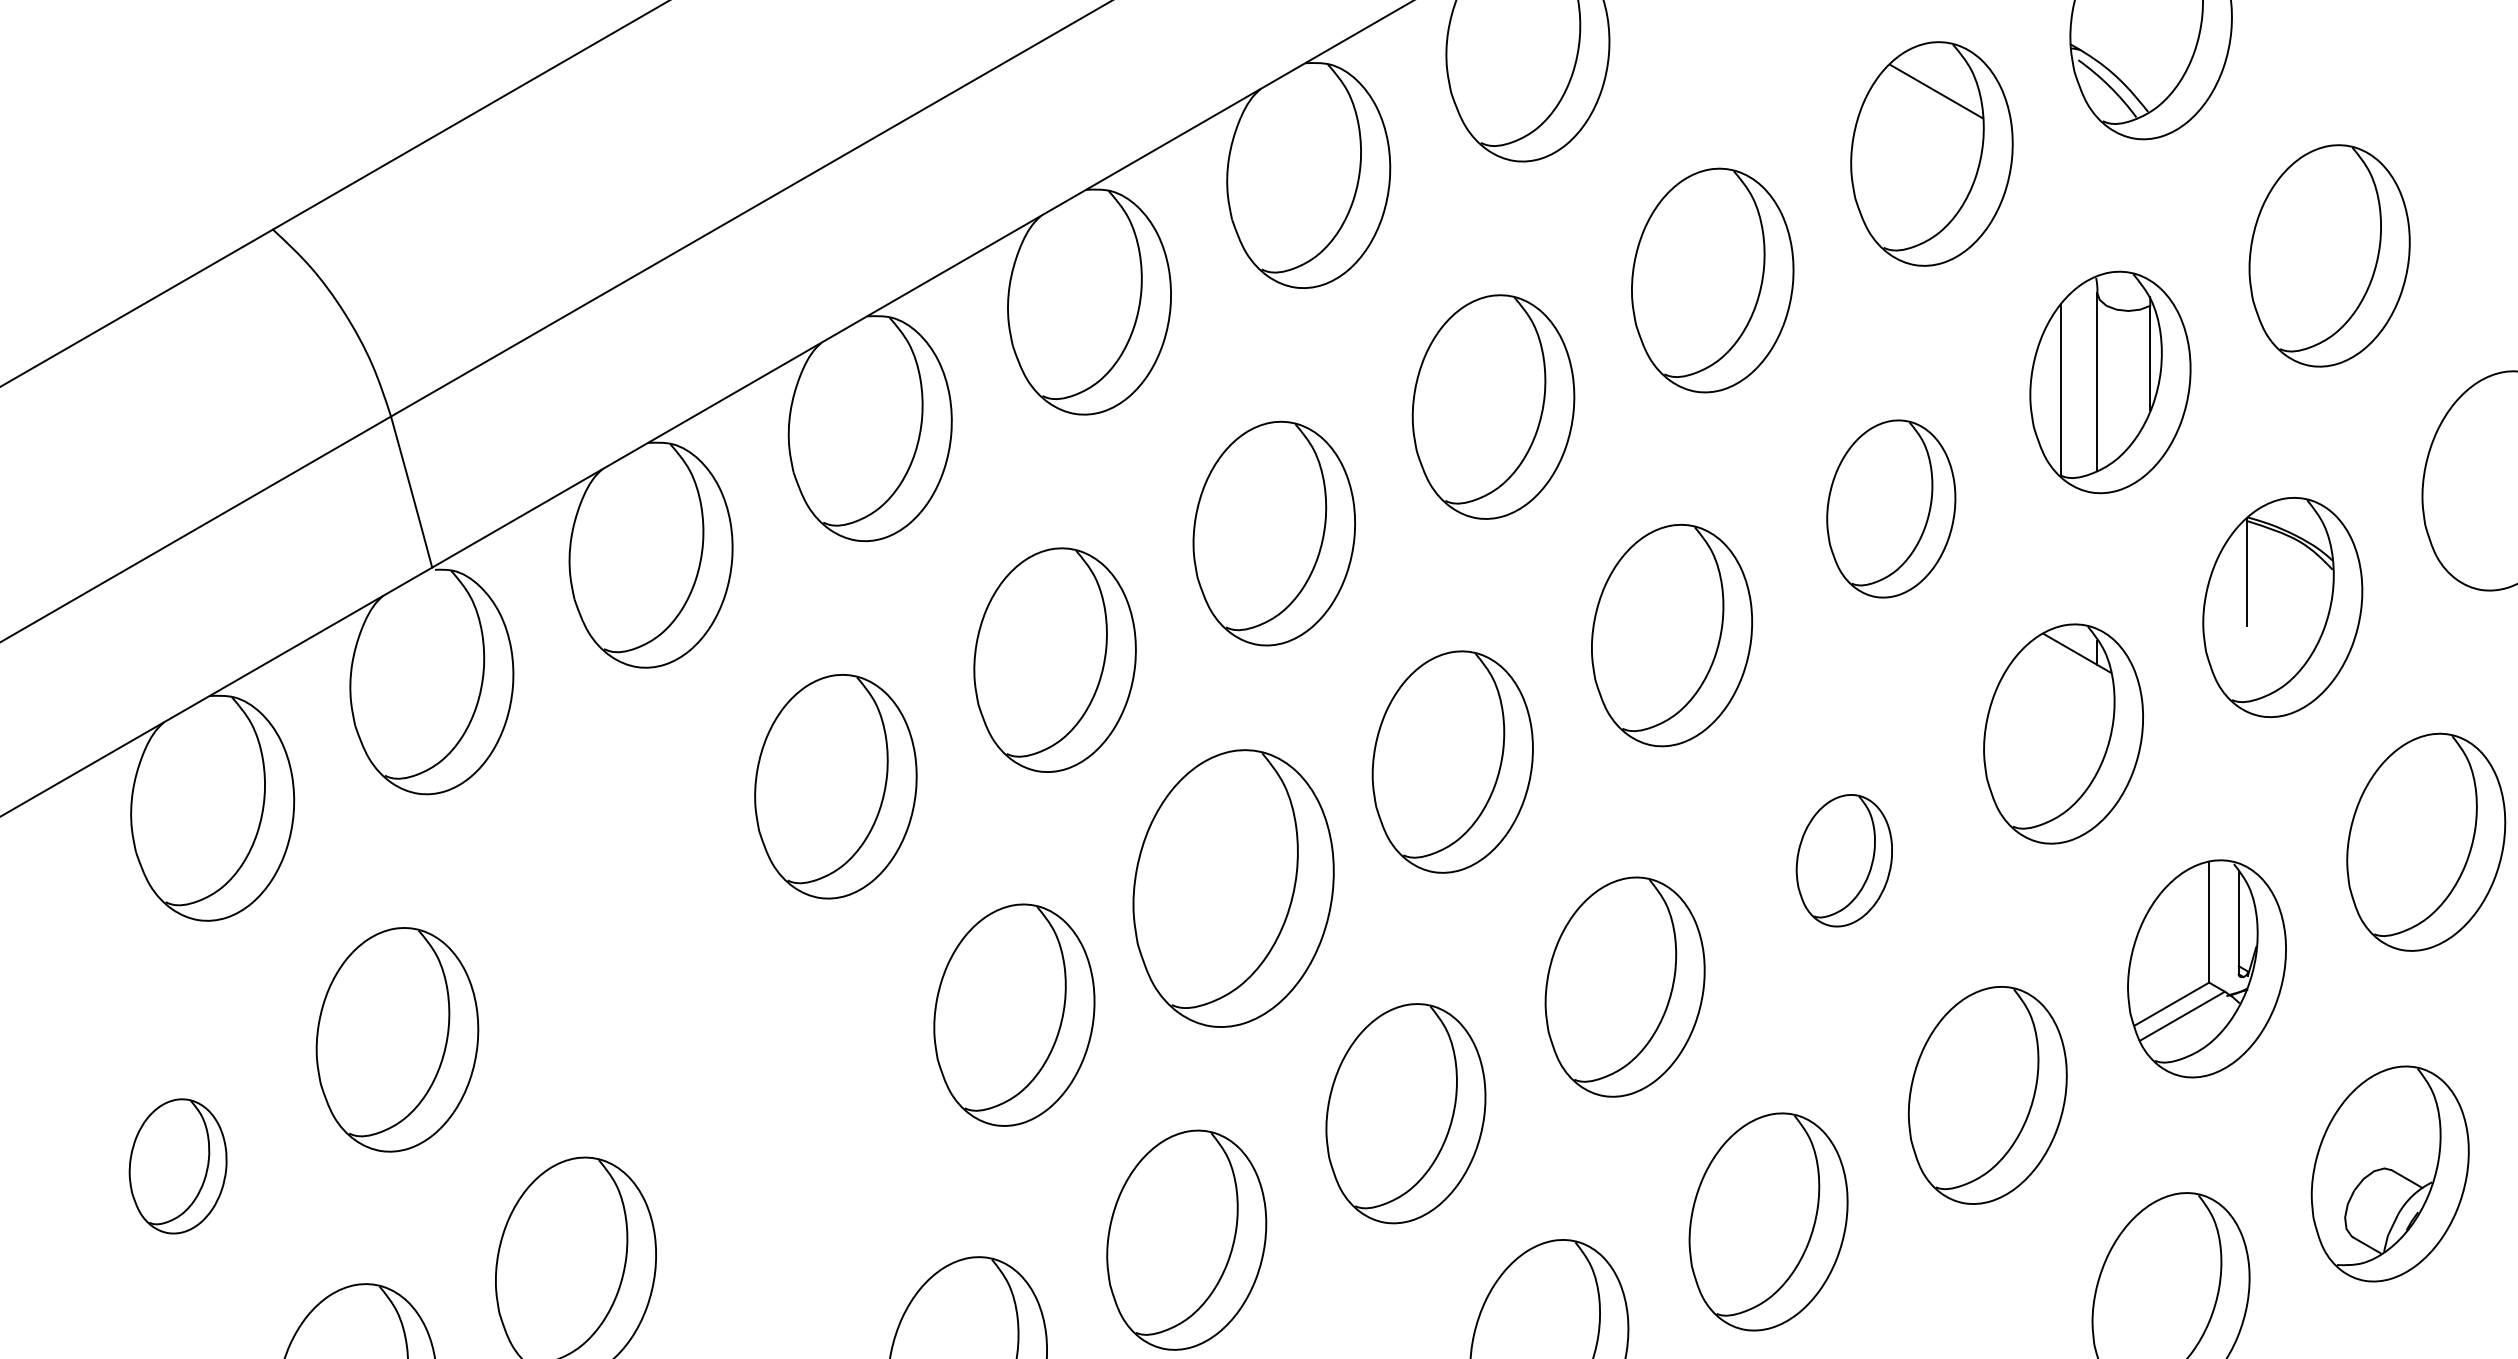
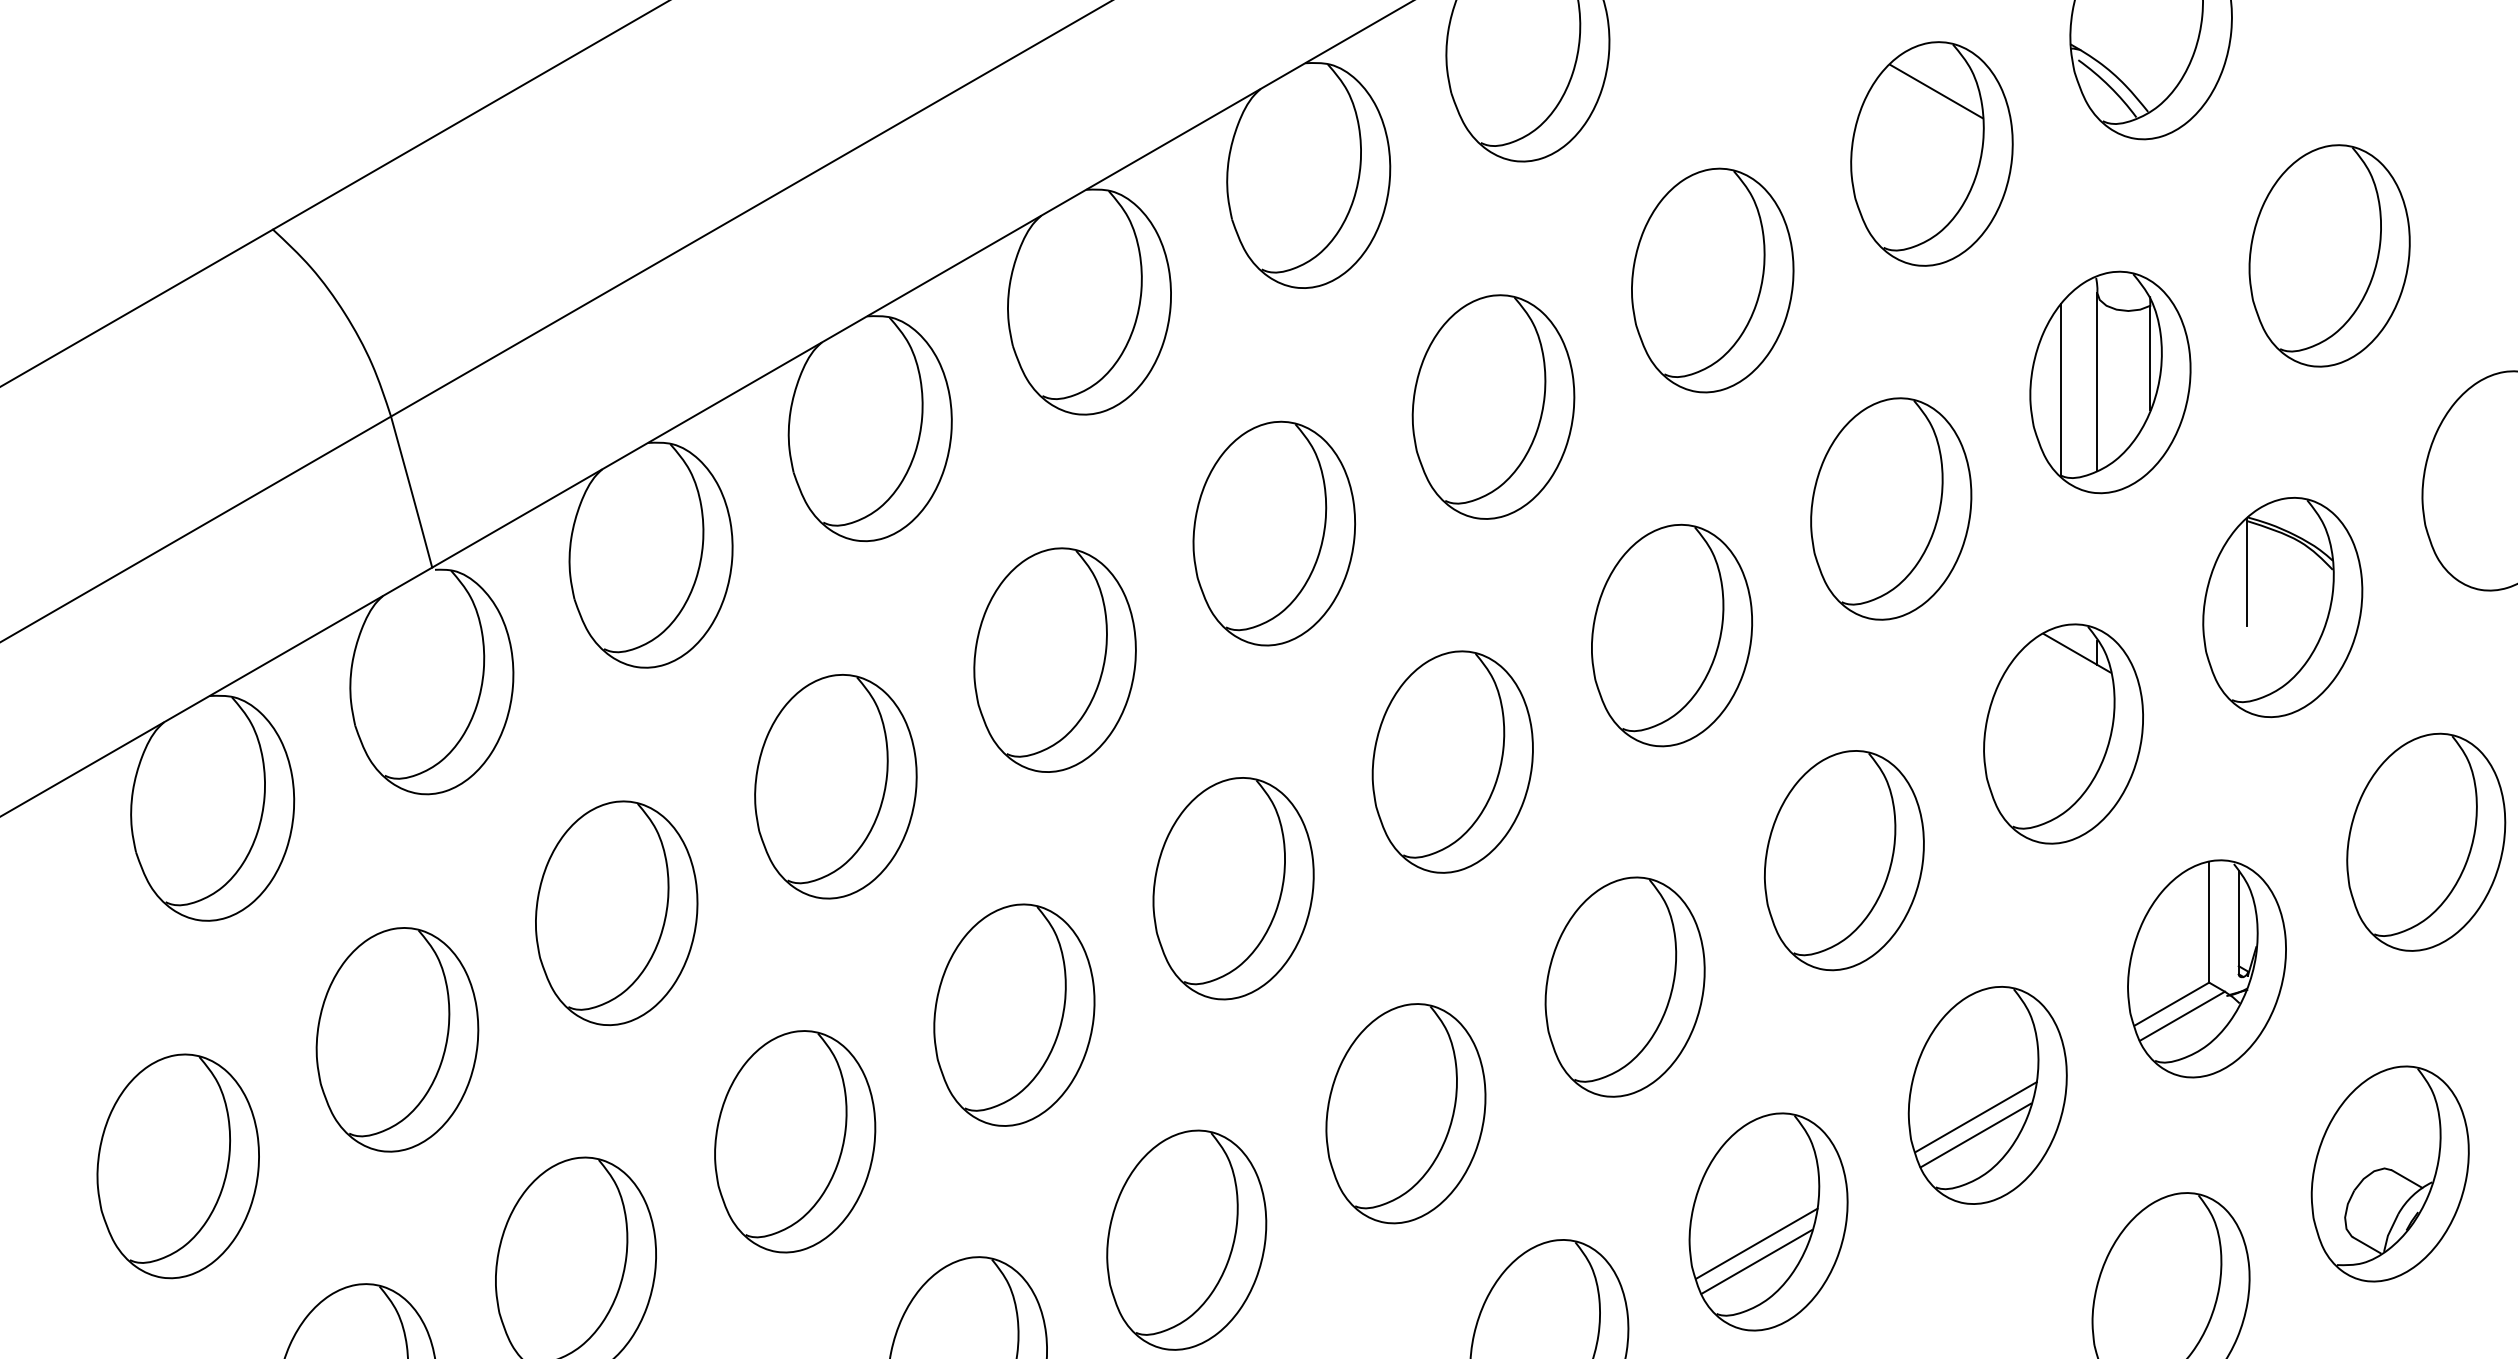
part at (1891, 508) size: 131x180 px -> 163x224 px
part at (1843, 860) size: 98x134 px -> 161x222 px
part at (1233, 888) size: 203x279 px -> 163x224 px
part at (616, 913): none -> present
line at (1975, 1117): none -> present
line at (1975, 1135): none -> present
part at (795, 1141): none -> present
part at (177, 1166) size: 100x137 px -> 164x227 px
line at (1756, 1243): none -> present
line at (1756, 1261): none -> present
